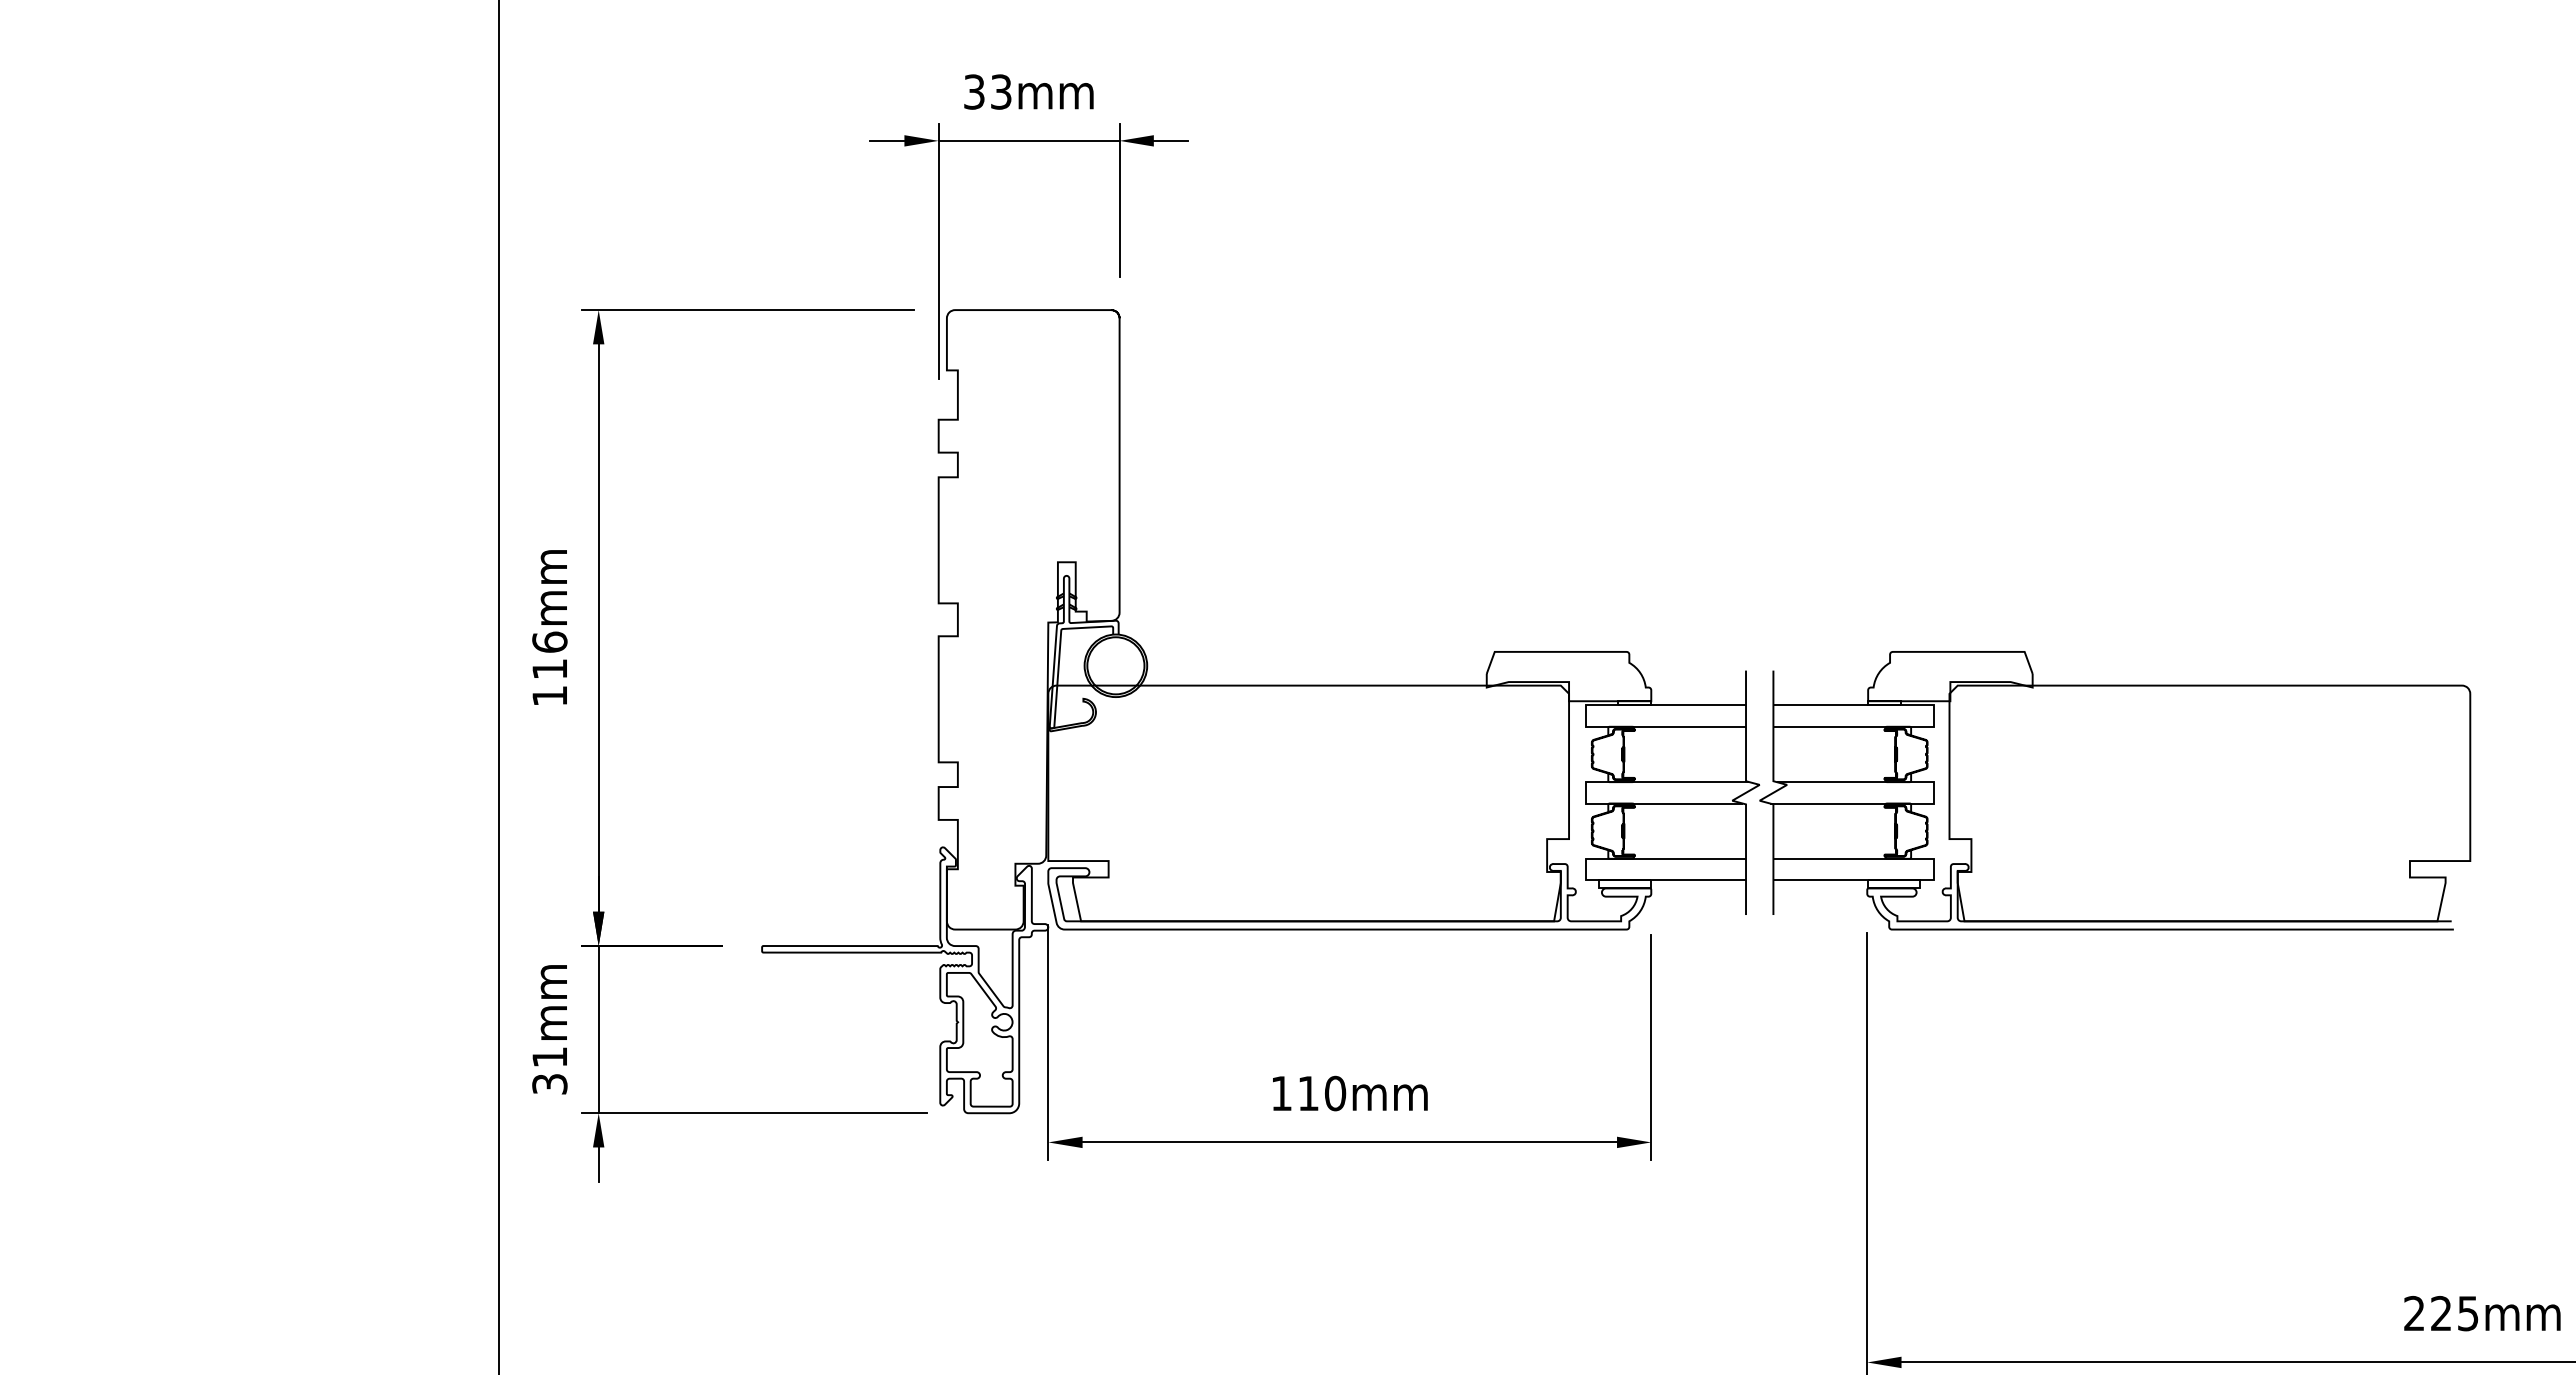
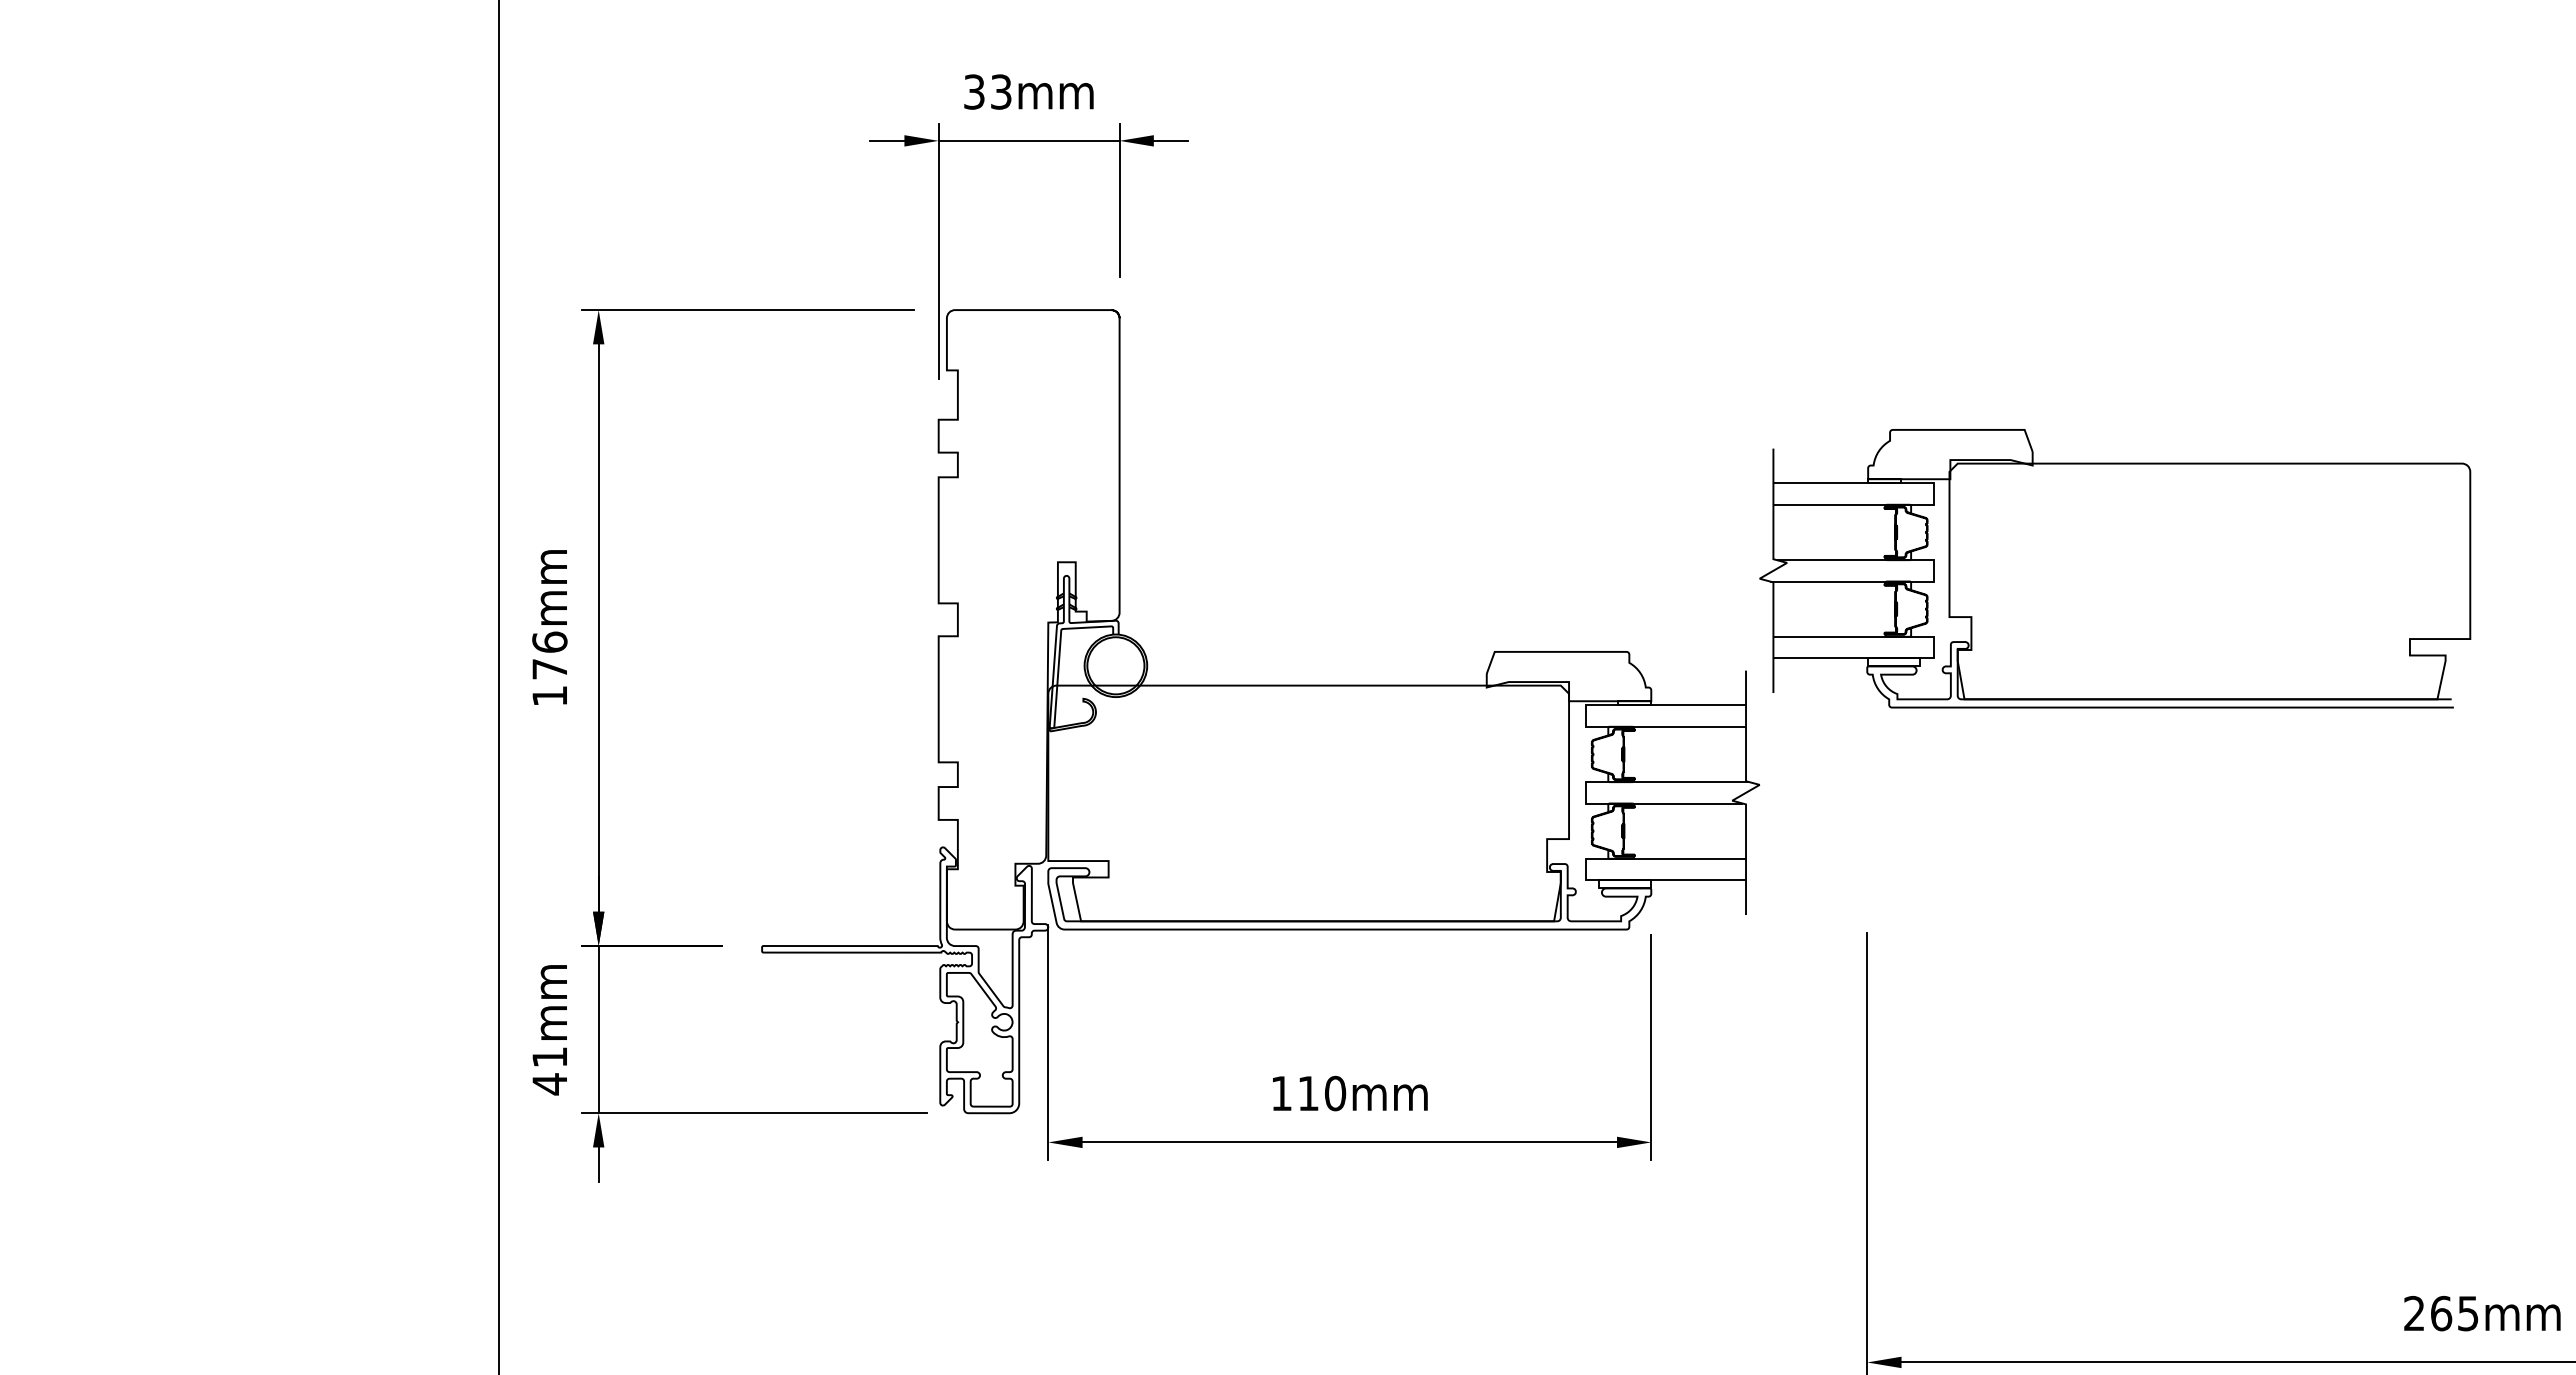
text at (549, 669): 116mm -> 176mm
part at (2115, 790) position: (2115, 790) -> (2115, 568)
text at (549, 1084): 31mm -> 41mm
text at (2441, 1313): 225mm -> 265mm
